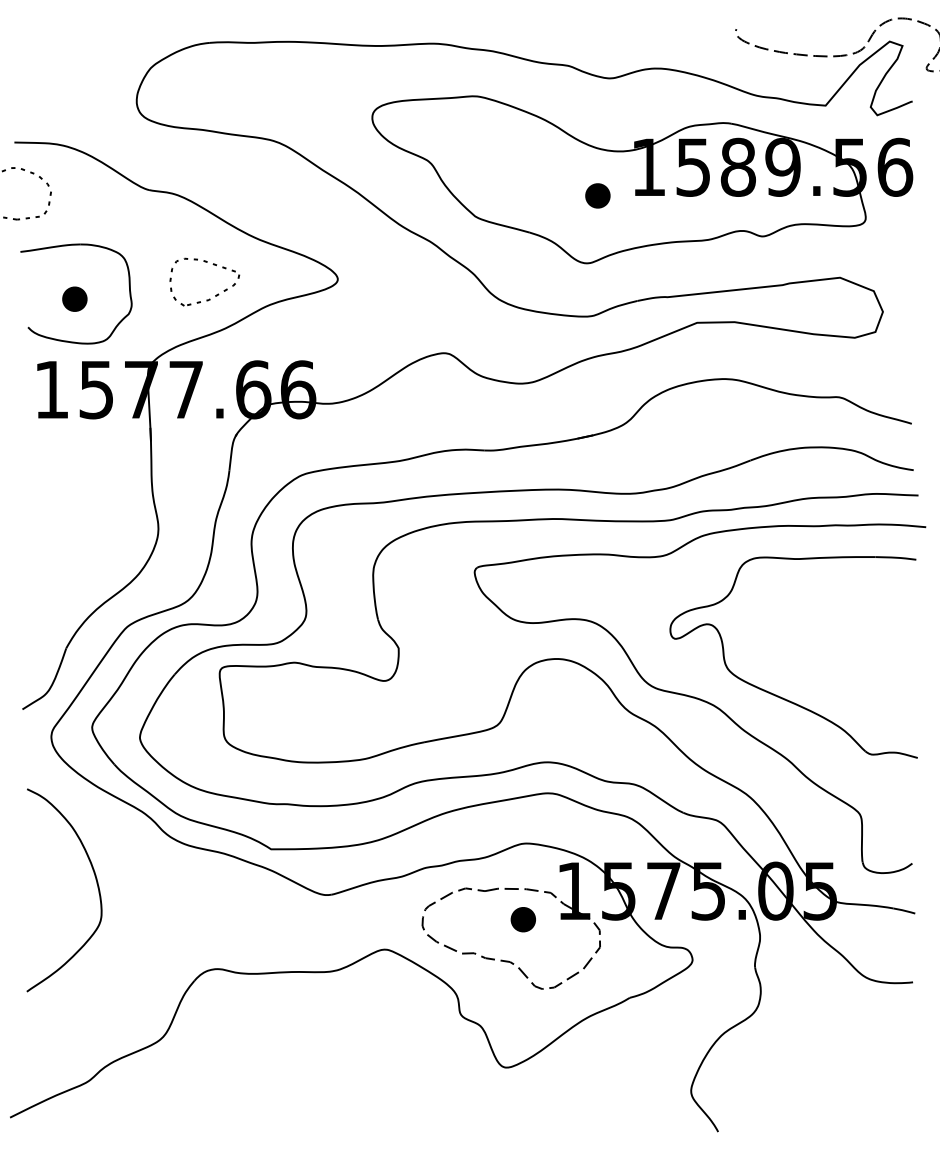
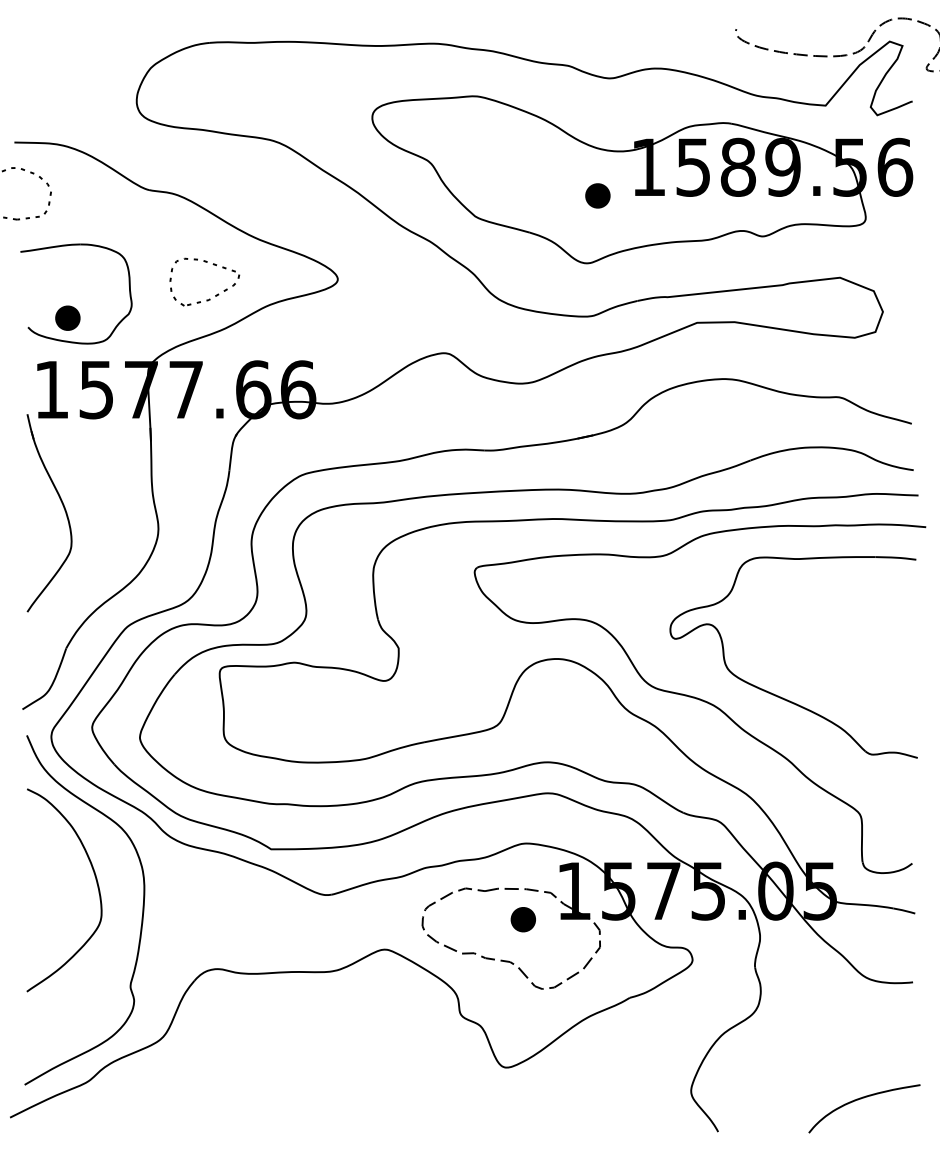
part at (74, 298) position: (74, 298) -> (67, 317)
part at (63, 508): none -> present
curve at (141, 917): none -> present
curve at (861, 1099): none -> present
